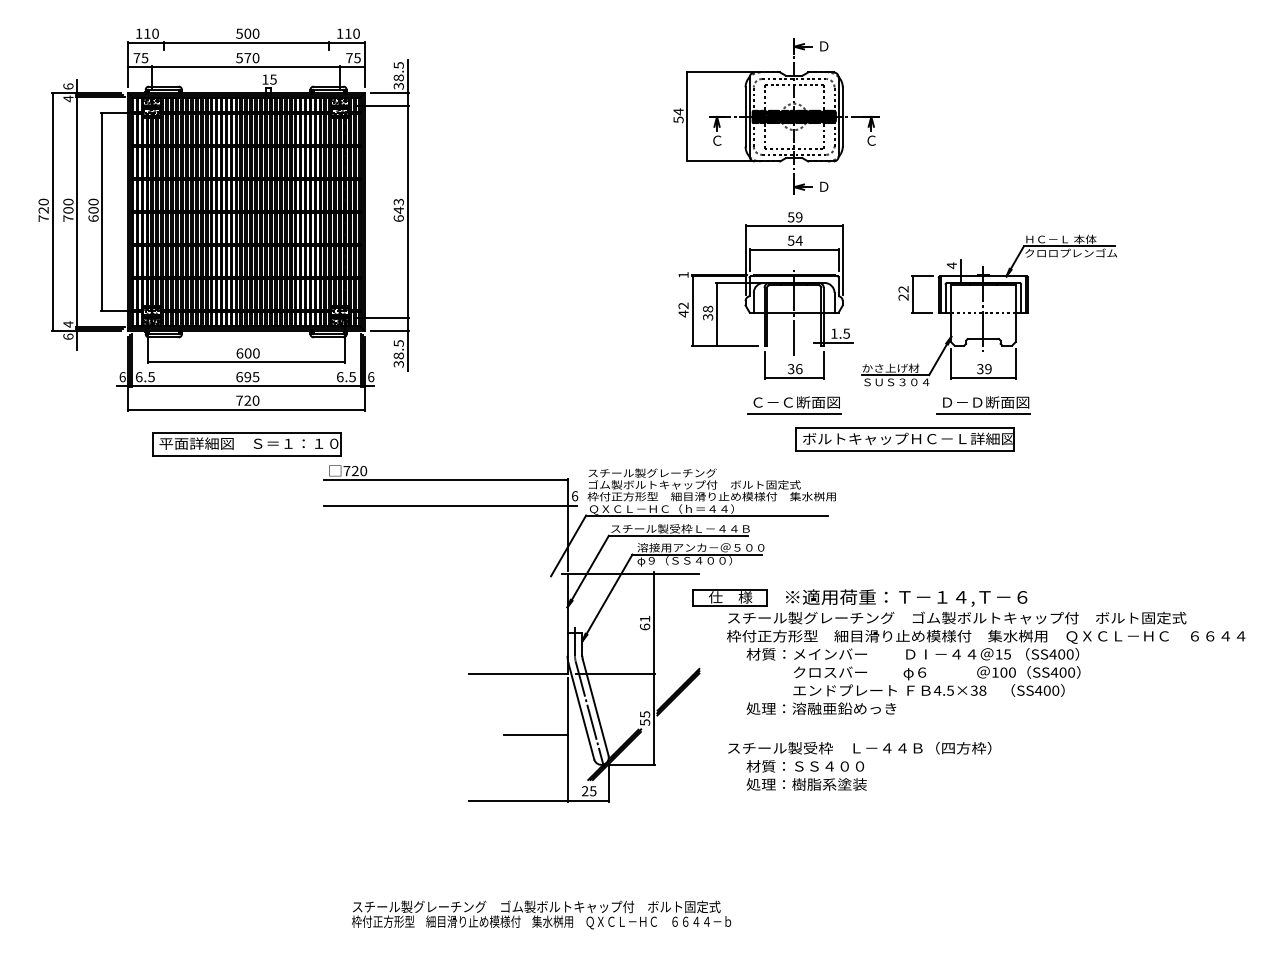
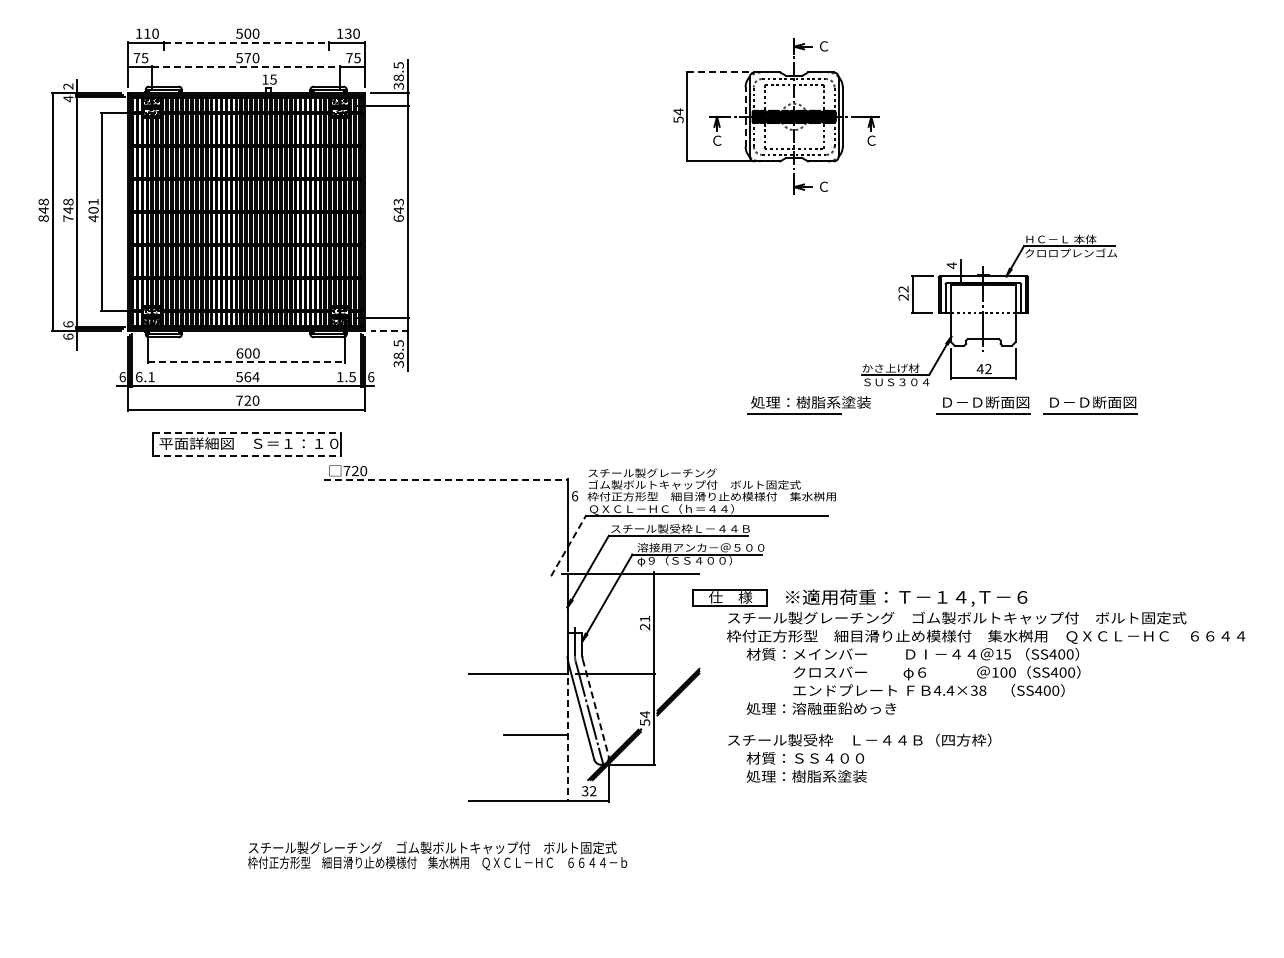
text at (347, 33): 110 -> 130
line at (246, 42): solid -> dashed
text at (824, 46): Ｄ -> Ｃ
line at (246, 67): solid -> dashed
line at (720, 72): solid -> dashed
text at (68, 86): 6 -> 2
line at (745, 116): solid -> dashed
text at (824, 186): Ｄ -> Ｃ
text at (68, 206): 700 -> 748
text at (43, 209): 720 -> 848
text at (93, 210): 600 -> 401
part at (765, 295): present -> none
text at (68, 324): 4 -> 6
line at (390, 330): solid -> dashed
line at (246, 362): solid -> dashed
text at (983, 369): 39 -> 42
text at (151, 377): 6.5 -> 6.1
text at (247, 377): 695 -> 564
text at (340, 377): 6.5 -> 1.5
text at (810, 402): Ｃ－Ｃ断面図 -> 処理：樹脂系塗装
part at (1090, 405): none -> present
line at (247, 432): solid -> dashed
part at (904, 439): present -> none
line at (247, 455): solid -> dashed
line at (446, 479): solid -> dashed
line at (450, 506): present -> none
line at (568, 545): solid -> dashed
text at (645, 626): 61 -> 21
text at (950, 690): 4.5×38 -> 4.4×38
line at (595, 707): solid -> dashed
text at (645, 714): 55 -> 54
line at (567, 740): solid -> dashed
text at (859, 765) position: (859, 765) -> (859, 757)
text at (589, 791): 25 -> 32
text at (541, 914) position: (541, 914) -> (437, 855)
